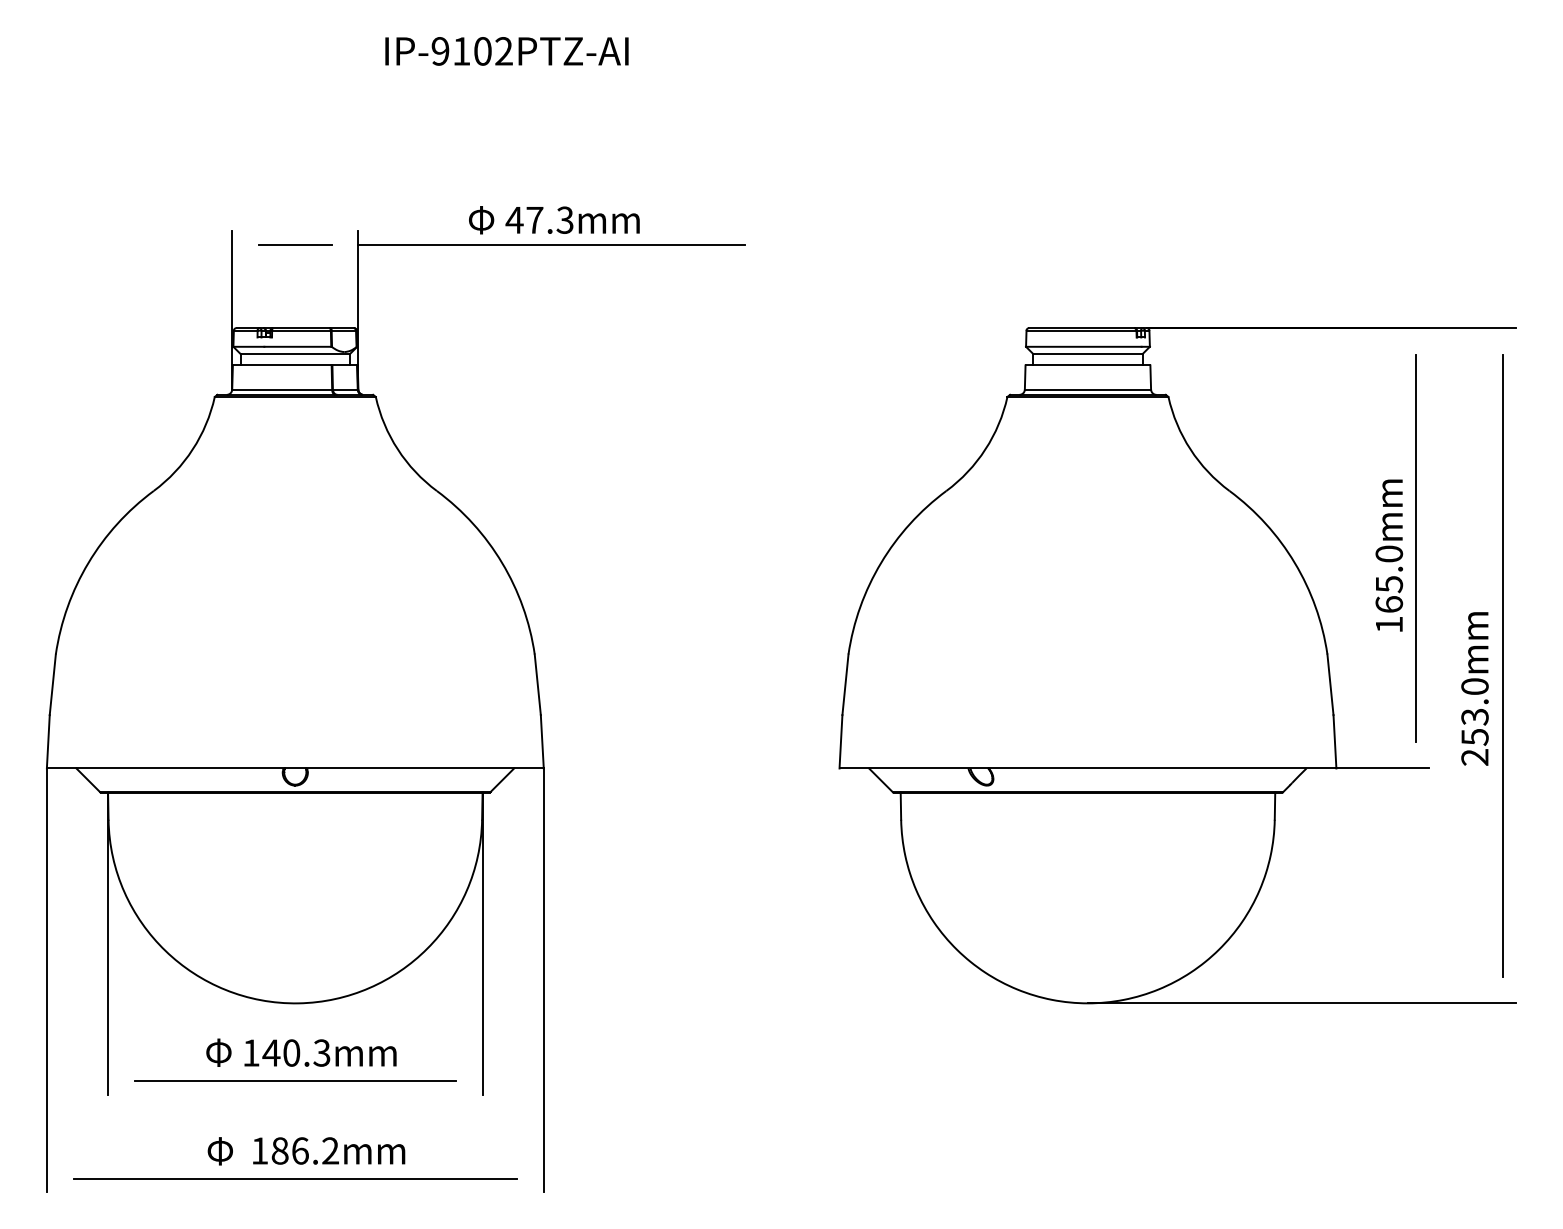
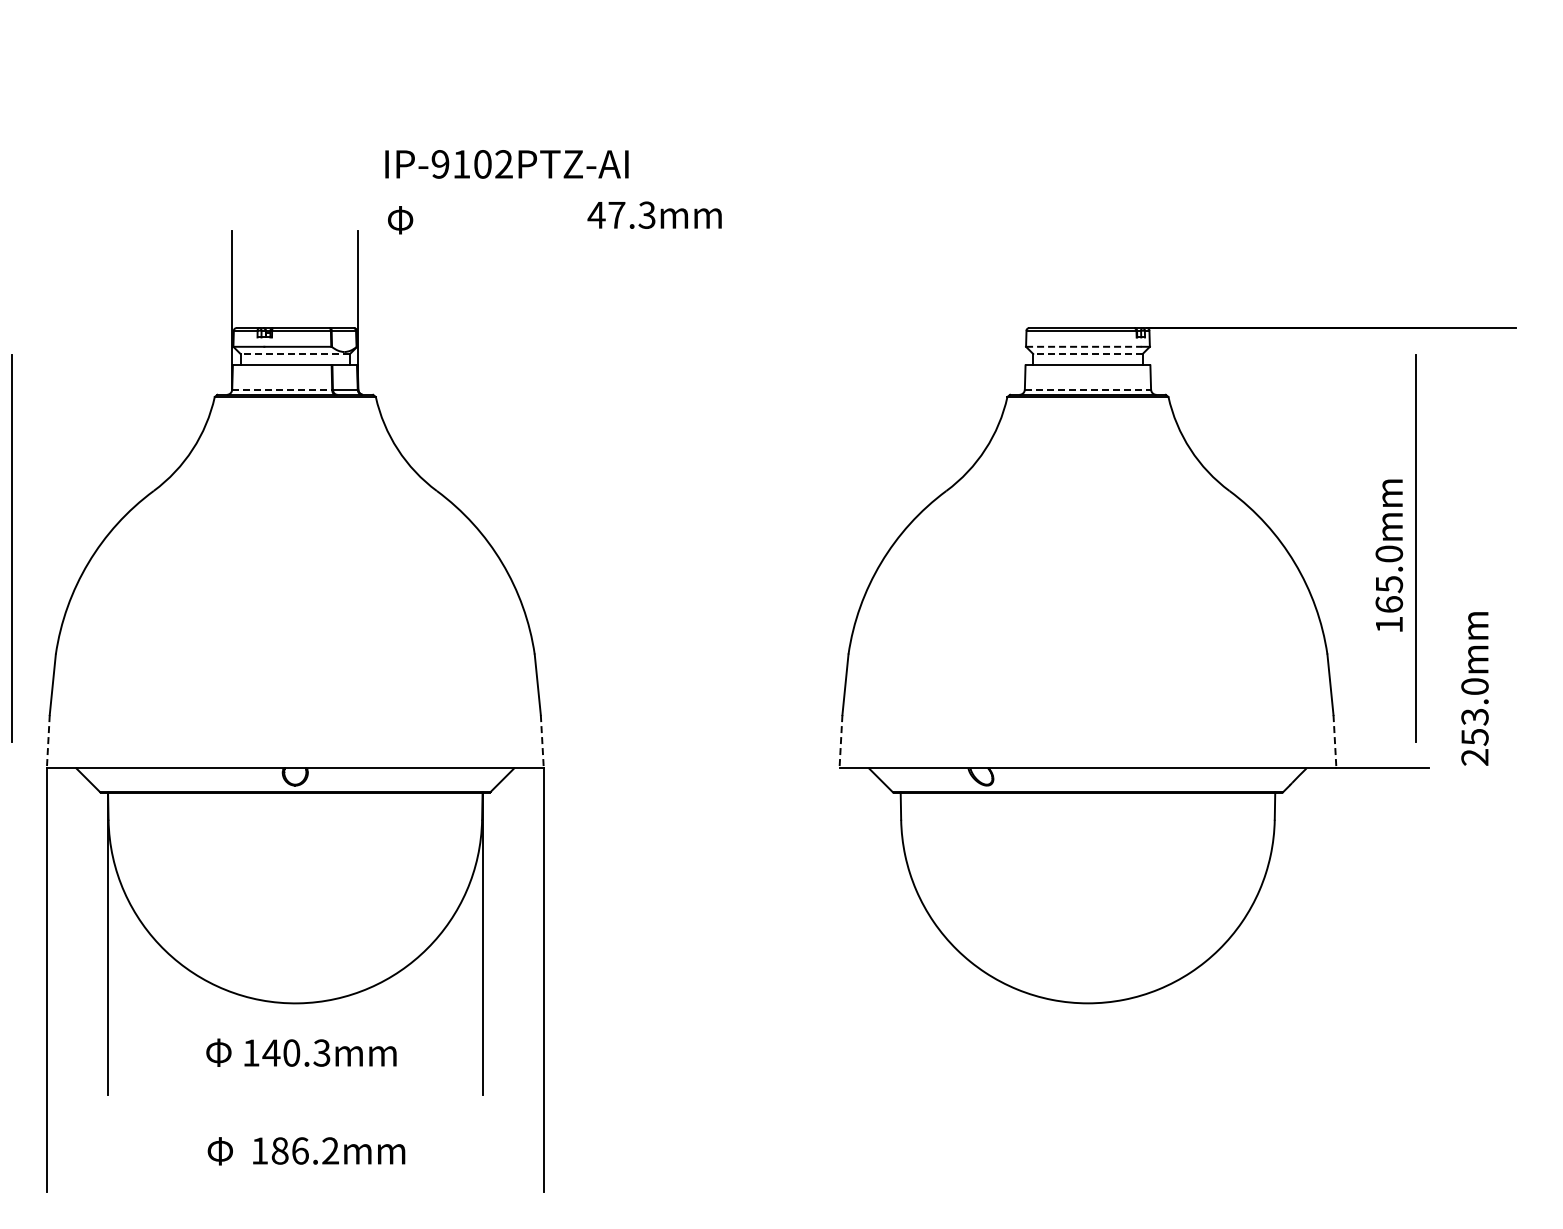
text at (506, 51) position: (506, 51) -> (506, 164)
text at (572, 219) position: (572, 219) -> (654, 214)
text at (481, 220) position: (481, 220) -> (400, 220)
line at (295, 244): present -> none
line at (551, 244): present -> none
line at (1083, 346): solid -> dashed
line at (295, 354): solid -> dashed
line at (1087, 354): solid -> dashed
line at (282, 389): solid -> dashed
line at (1088, 389): solid -> dashed
line at (11, 548): none -> present
line at (1502, 665): present -> none
line at (48, 741): solid -> dashed
line at (542, 741): solid -> dashed
line at (840, 741): solid -> dashed
line at (1334, 741): solid -> dashed
line at (1301, 1003): present -> none
line at (295, 1080): present -> none
line at (295, 1178): present -> none
